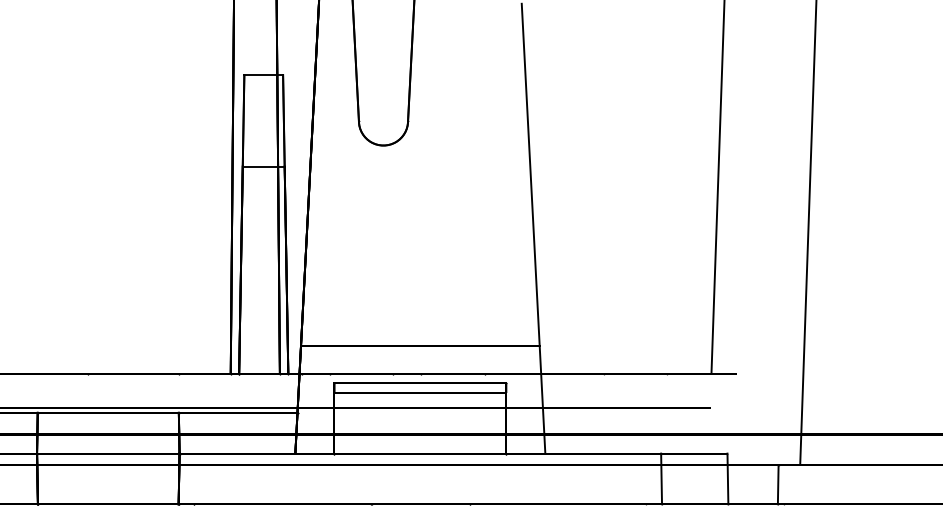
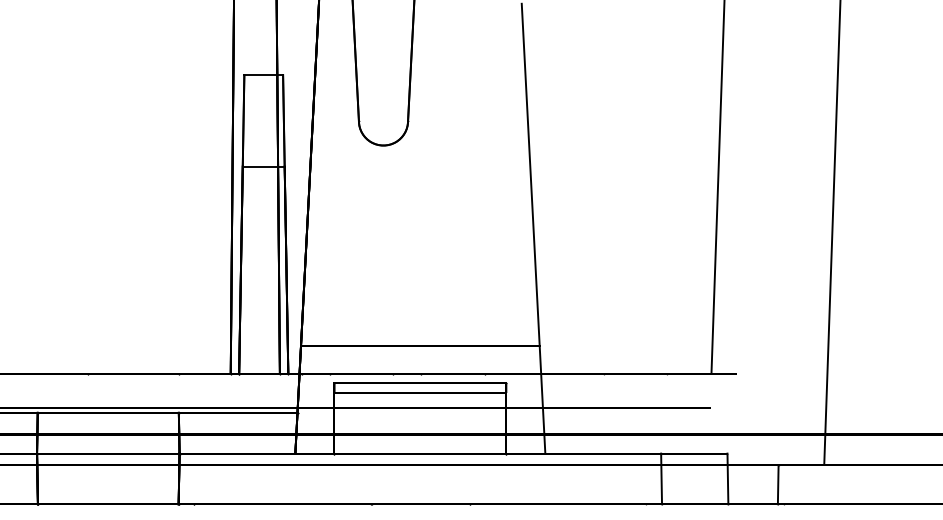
line at (808, 232) position: (808, 232) -> (832, 233)
